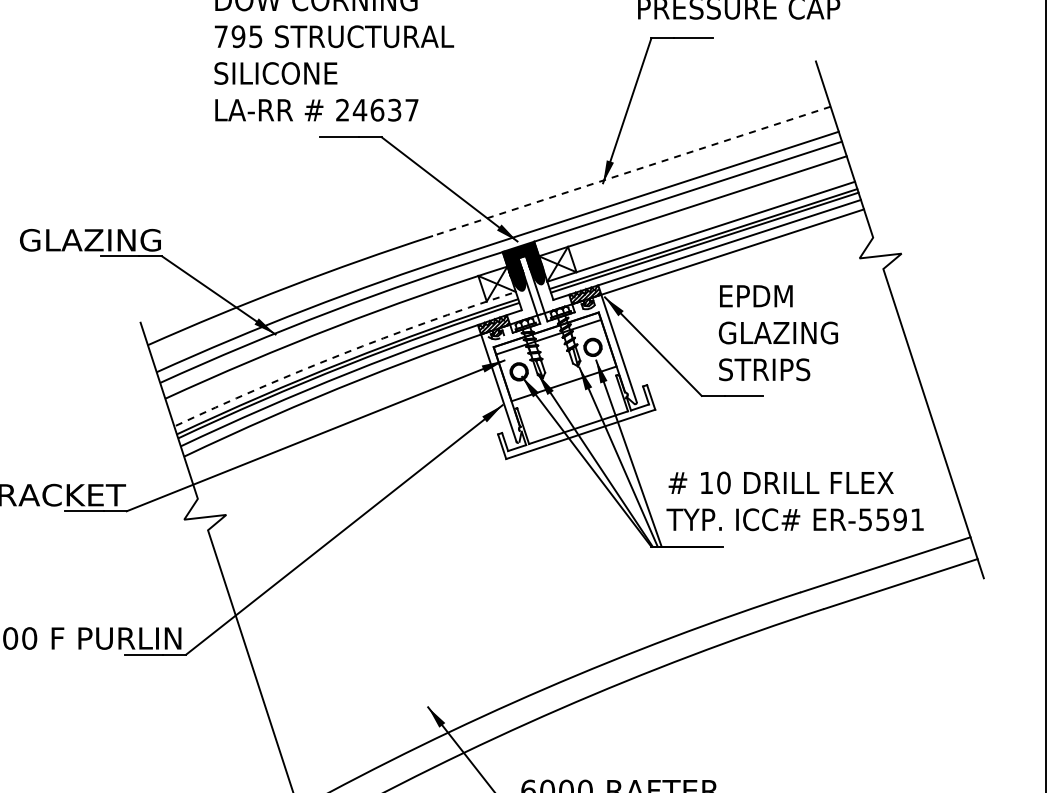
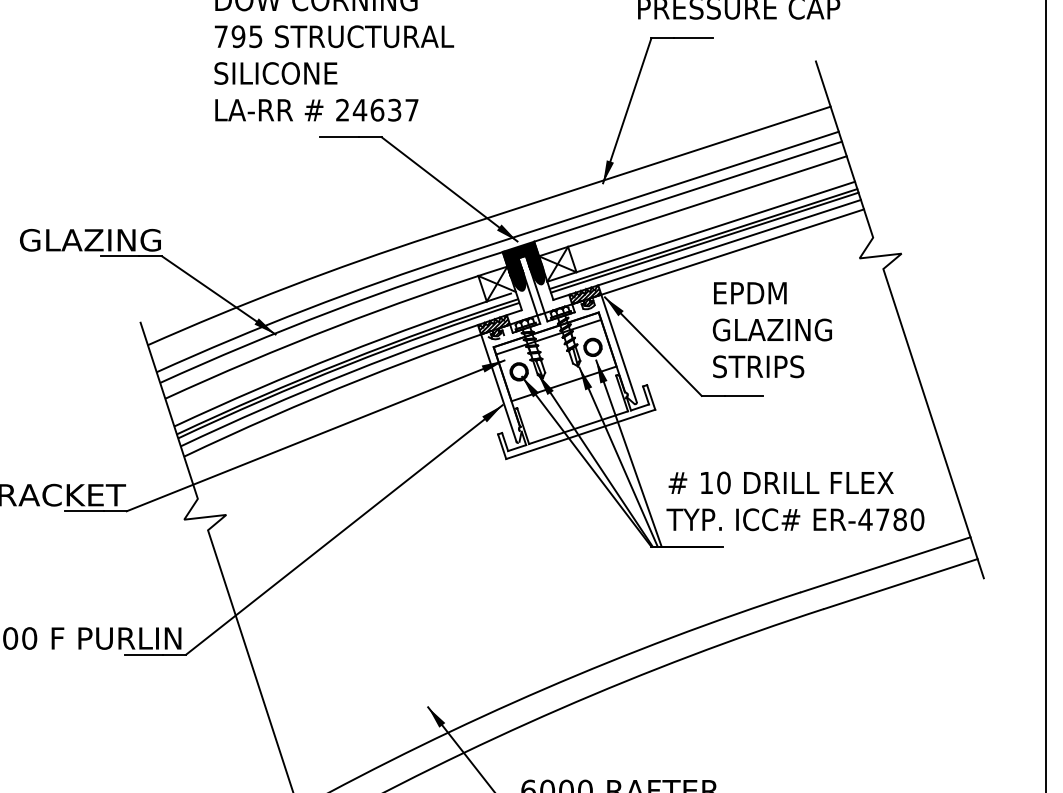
line at (631, 171): dashed -> solid
text at (777, 333) position: (777, 333) -> (771, 330)
arc at (341, 354): dashed -> solid
text at (891, 519): ER-5591 -> ER-4780
